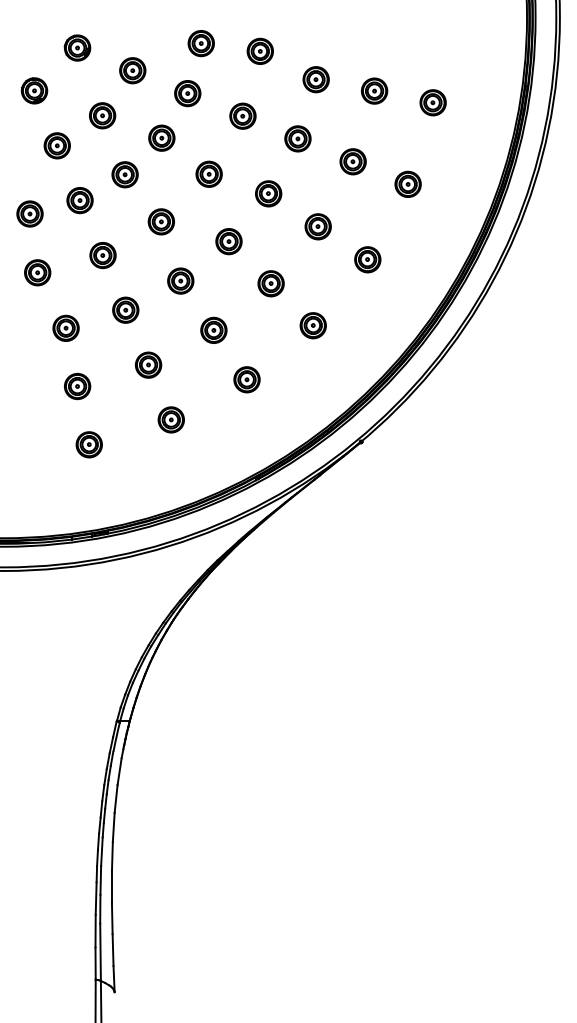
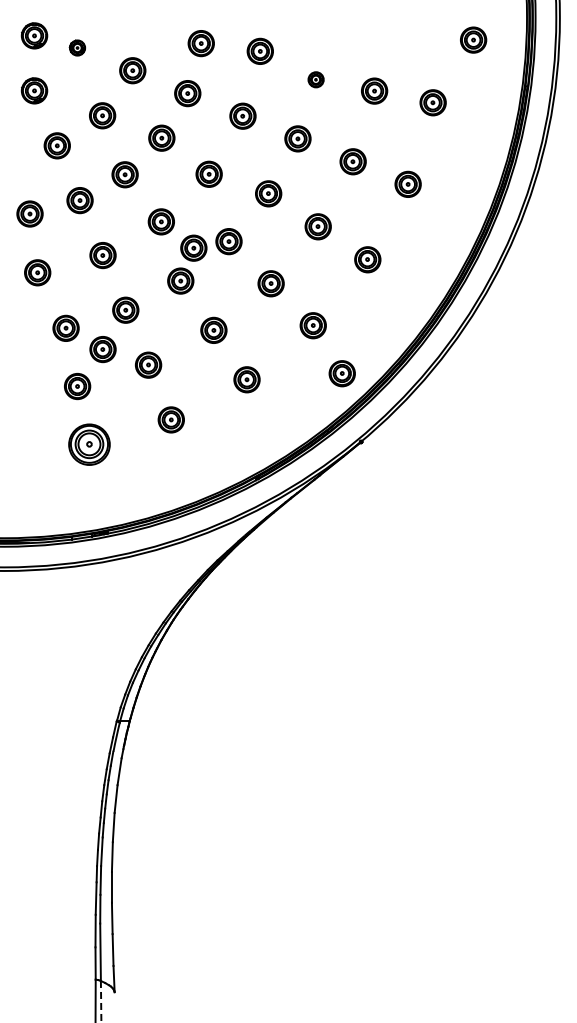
part at (34, 35): none -> present
part at (473, 39): none -> present
part at (77, 47) size: 29x28 px -> 18x18 px
part at (315, 79) size: 28x28 px -> 18x18 px
part at (193, 247): none -> present
part at (102, 349): none -> present
part at (341, 373): none -> present
part at (88, 444) size: 28x28 px -> 43x43 px
line at (101, 1001): solid -> dashed
